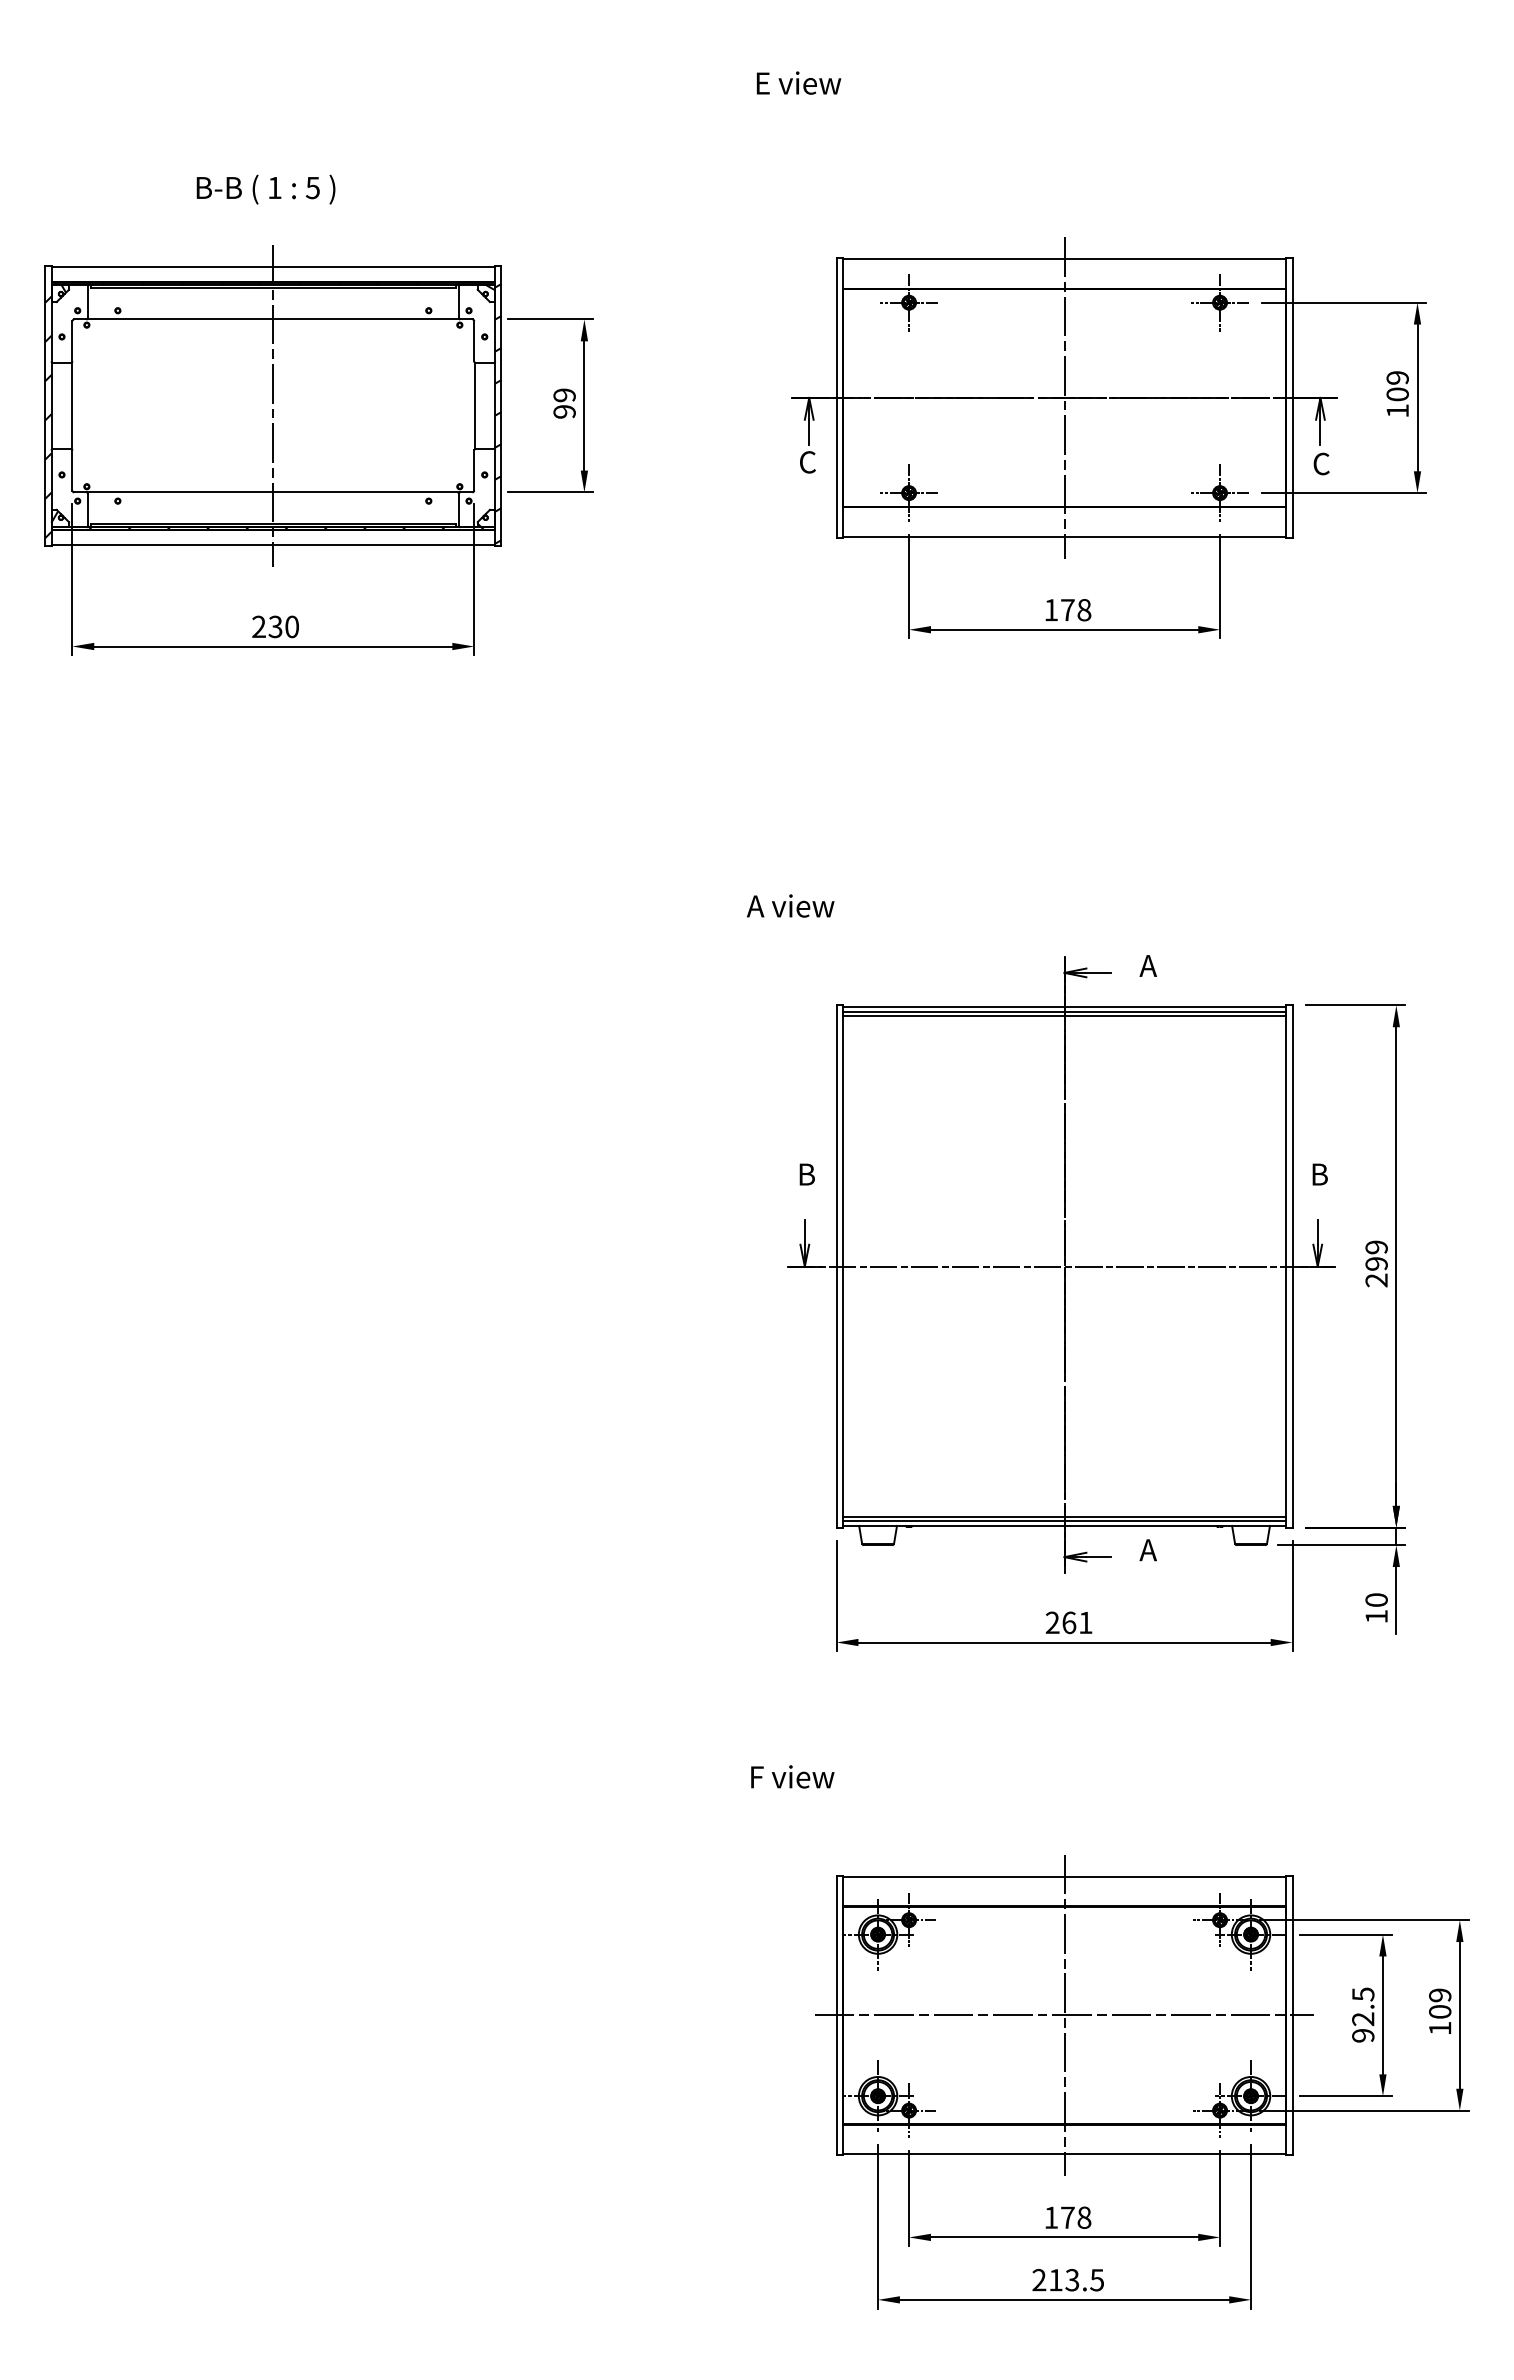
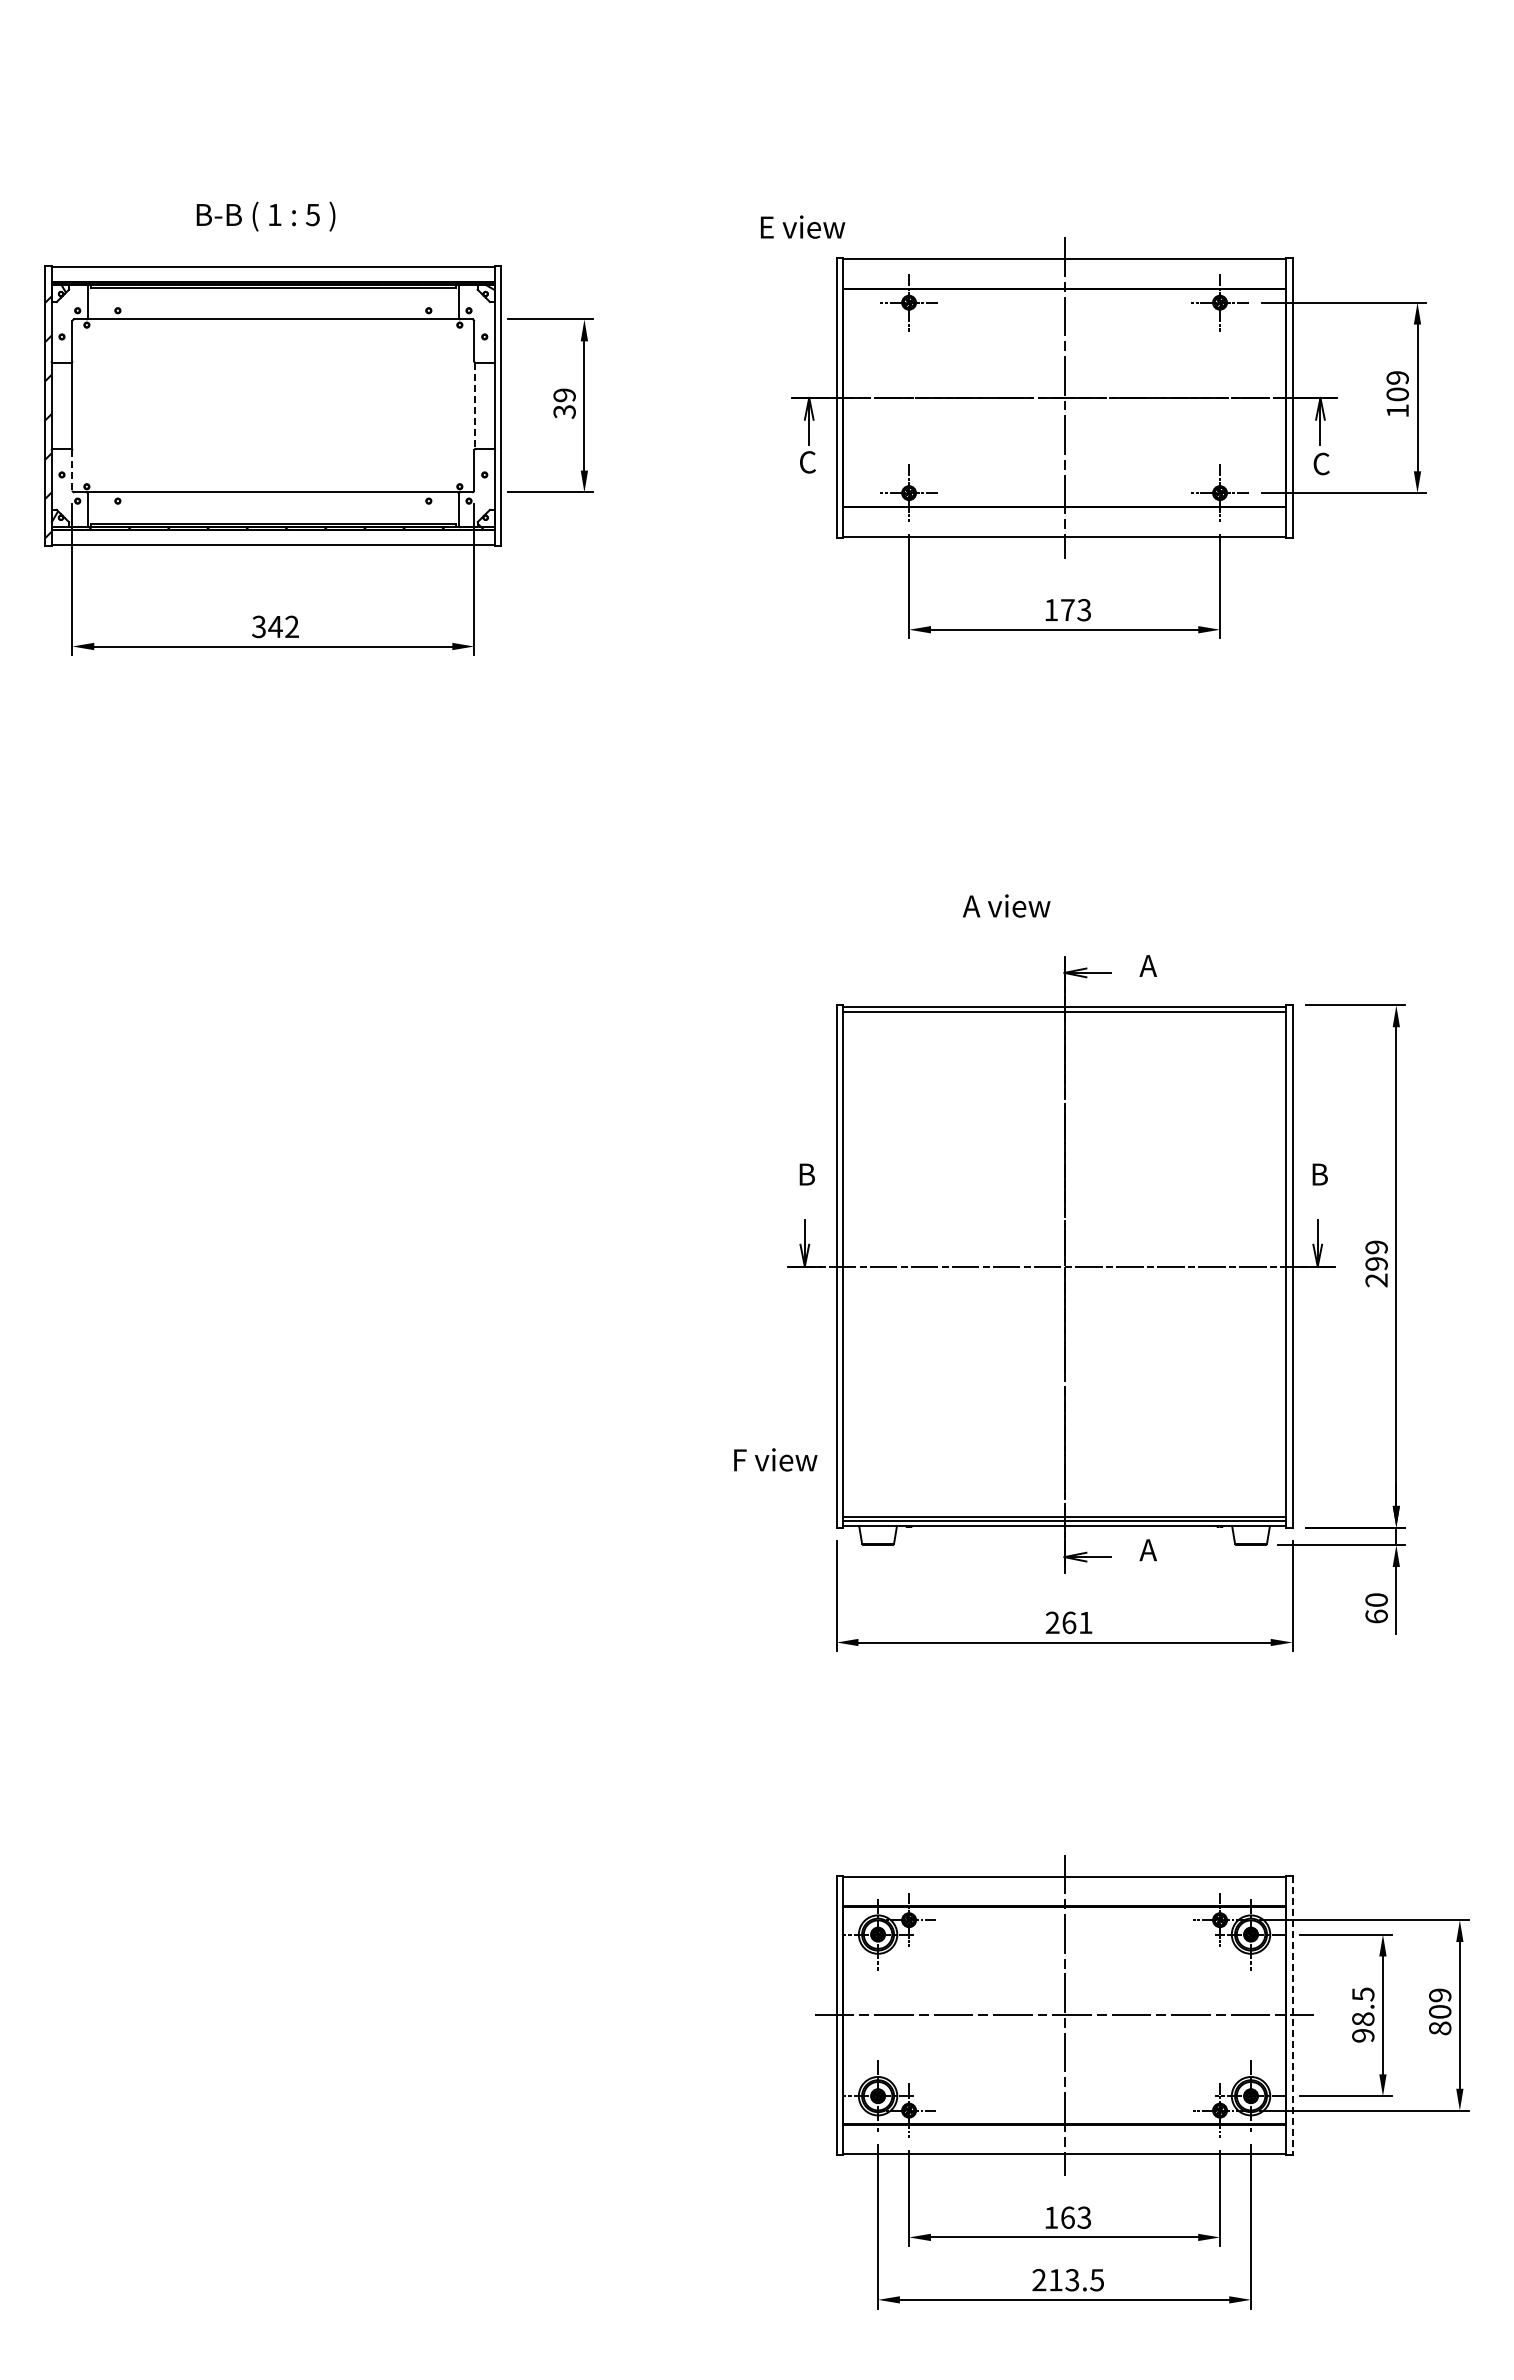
text at (798, 82) position: (798, 82) -> (802, 226)
text at (265, 189) position: (265, 189) -> (265, 216)
line at (273, 405): present -> none
line at (475, 406): solid -> dashed
text at (564, 411): 99 -> 39
hatch at (498, 413): present -> none
line at (72, 471): solid -> dashed
text at (1084, 609): 178 -> 173
text at (275, 626): 230 -> 342
text at (790, 905) position: (790, 905) -> (1006, 905)
line at (1064, 1015): present -> none
text at (1376, 1616): 10 -> 60
text at (792, 1776) position: (792, 1776) -> (775, 1459)
line at (1292, 2015): solid -> dashed
text at (1363, 2019): 92.5 -> 98.5
text at (1440, 2028): 109 -> 809
text at (1076, 2217): 178 -> 163
